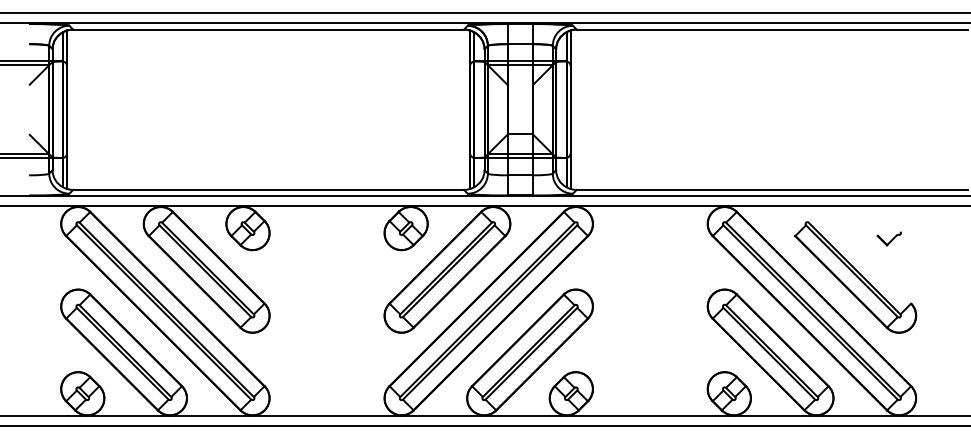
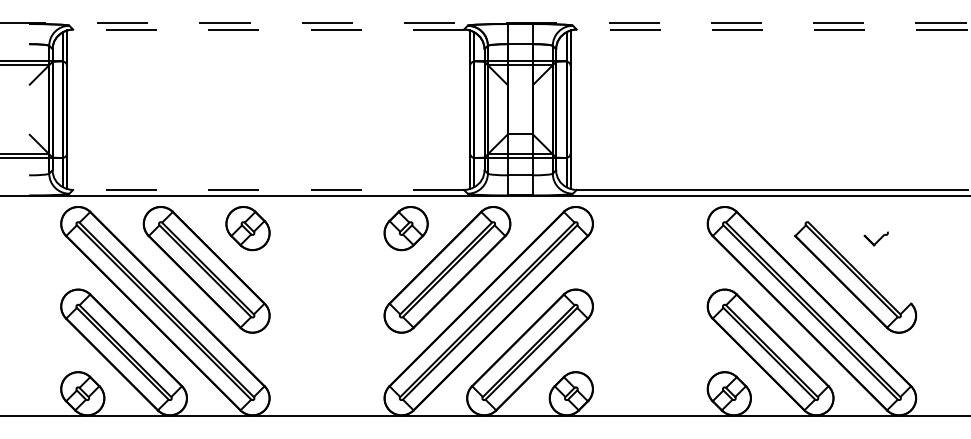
line at (484, 13): present -> none
line at (485, 23): solid -> dashed
line at (268, 29): solid -> dashed
line at (771, 29): solid -> dashed
line at (268, 189): solid -> dashed
line at (484, 206): present -> none
part at (888, 238) position: (888, 238) -> (875, 238)
line at (484, 425): present -> none
